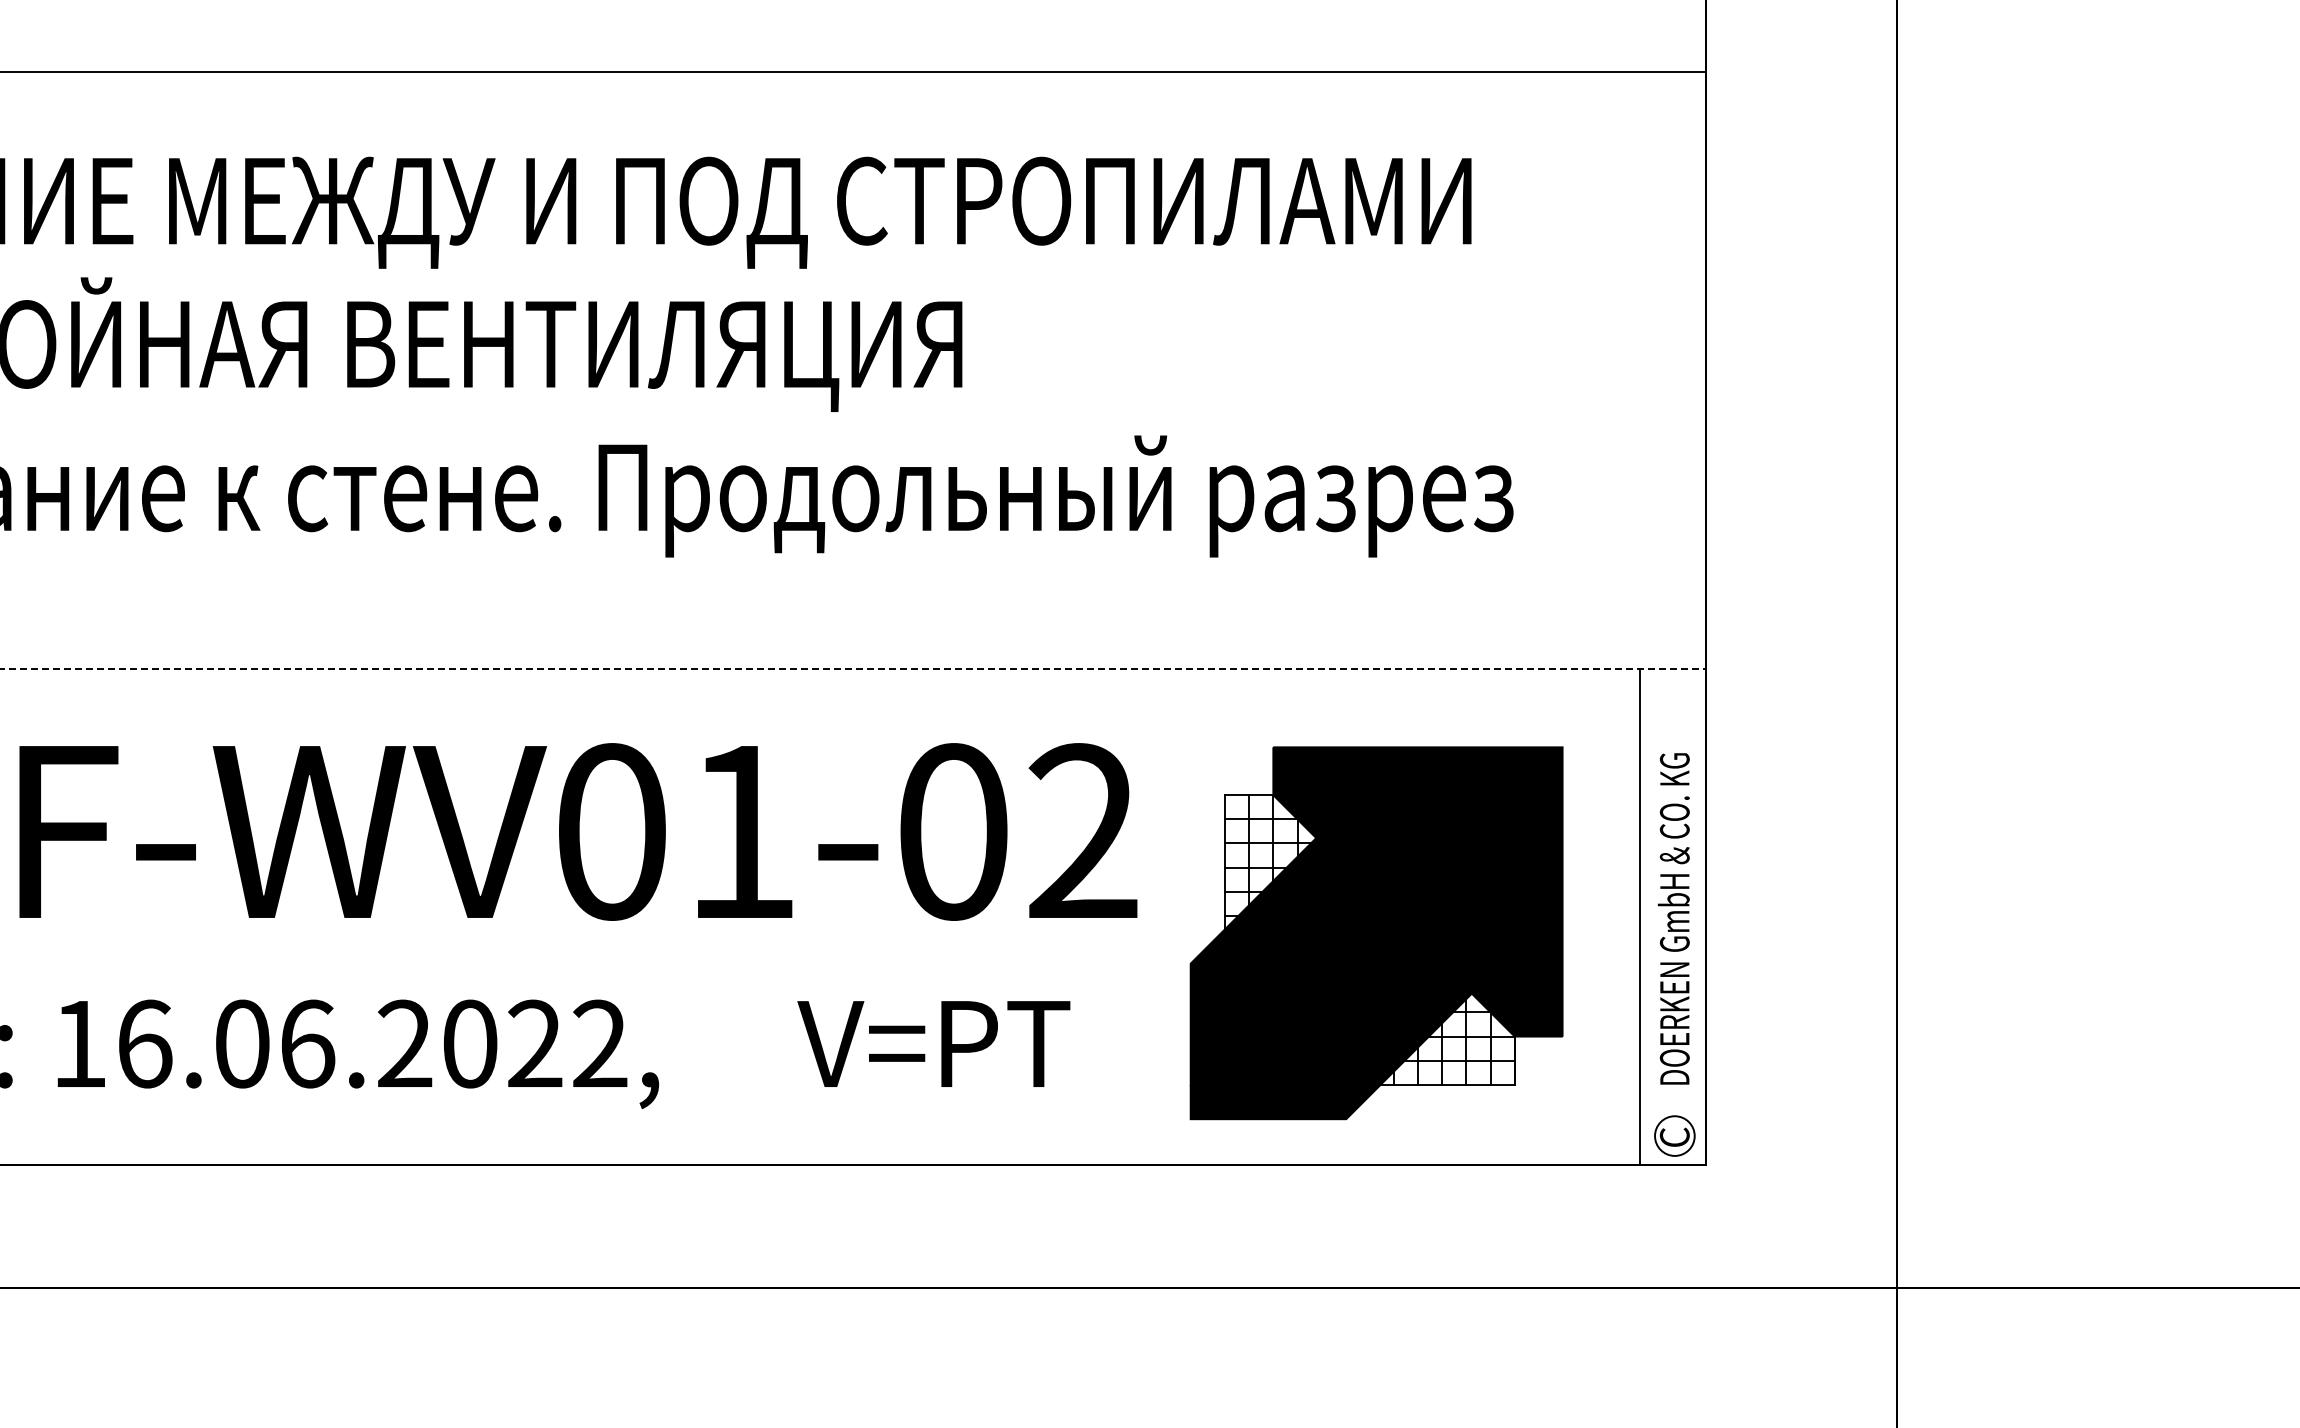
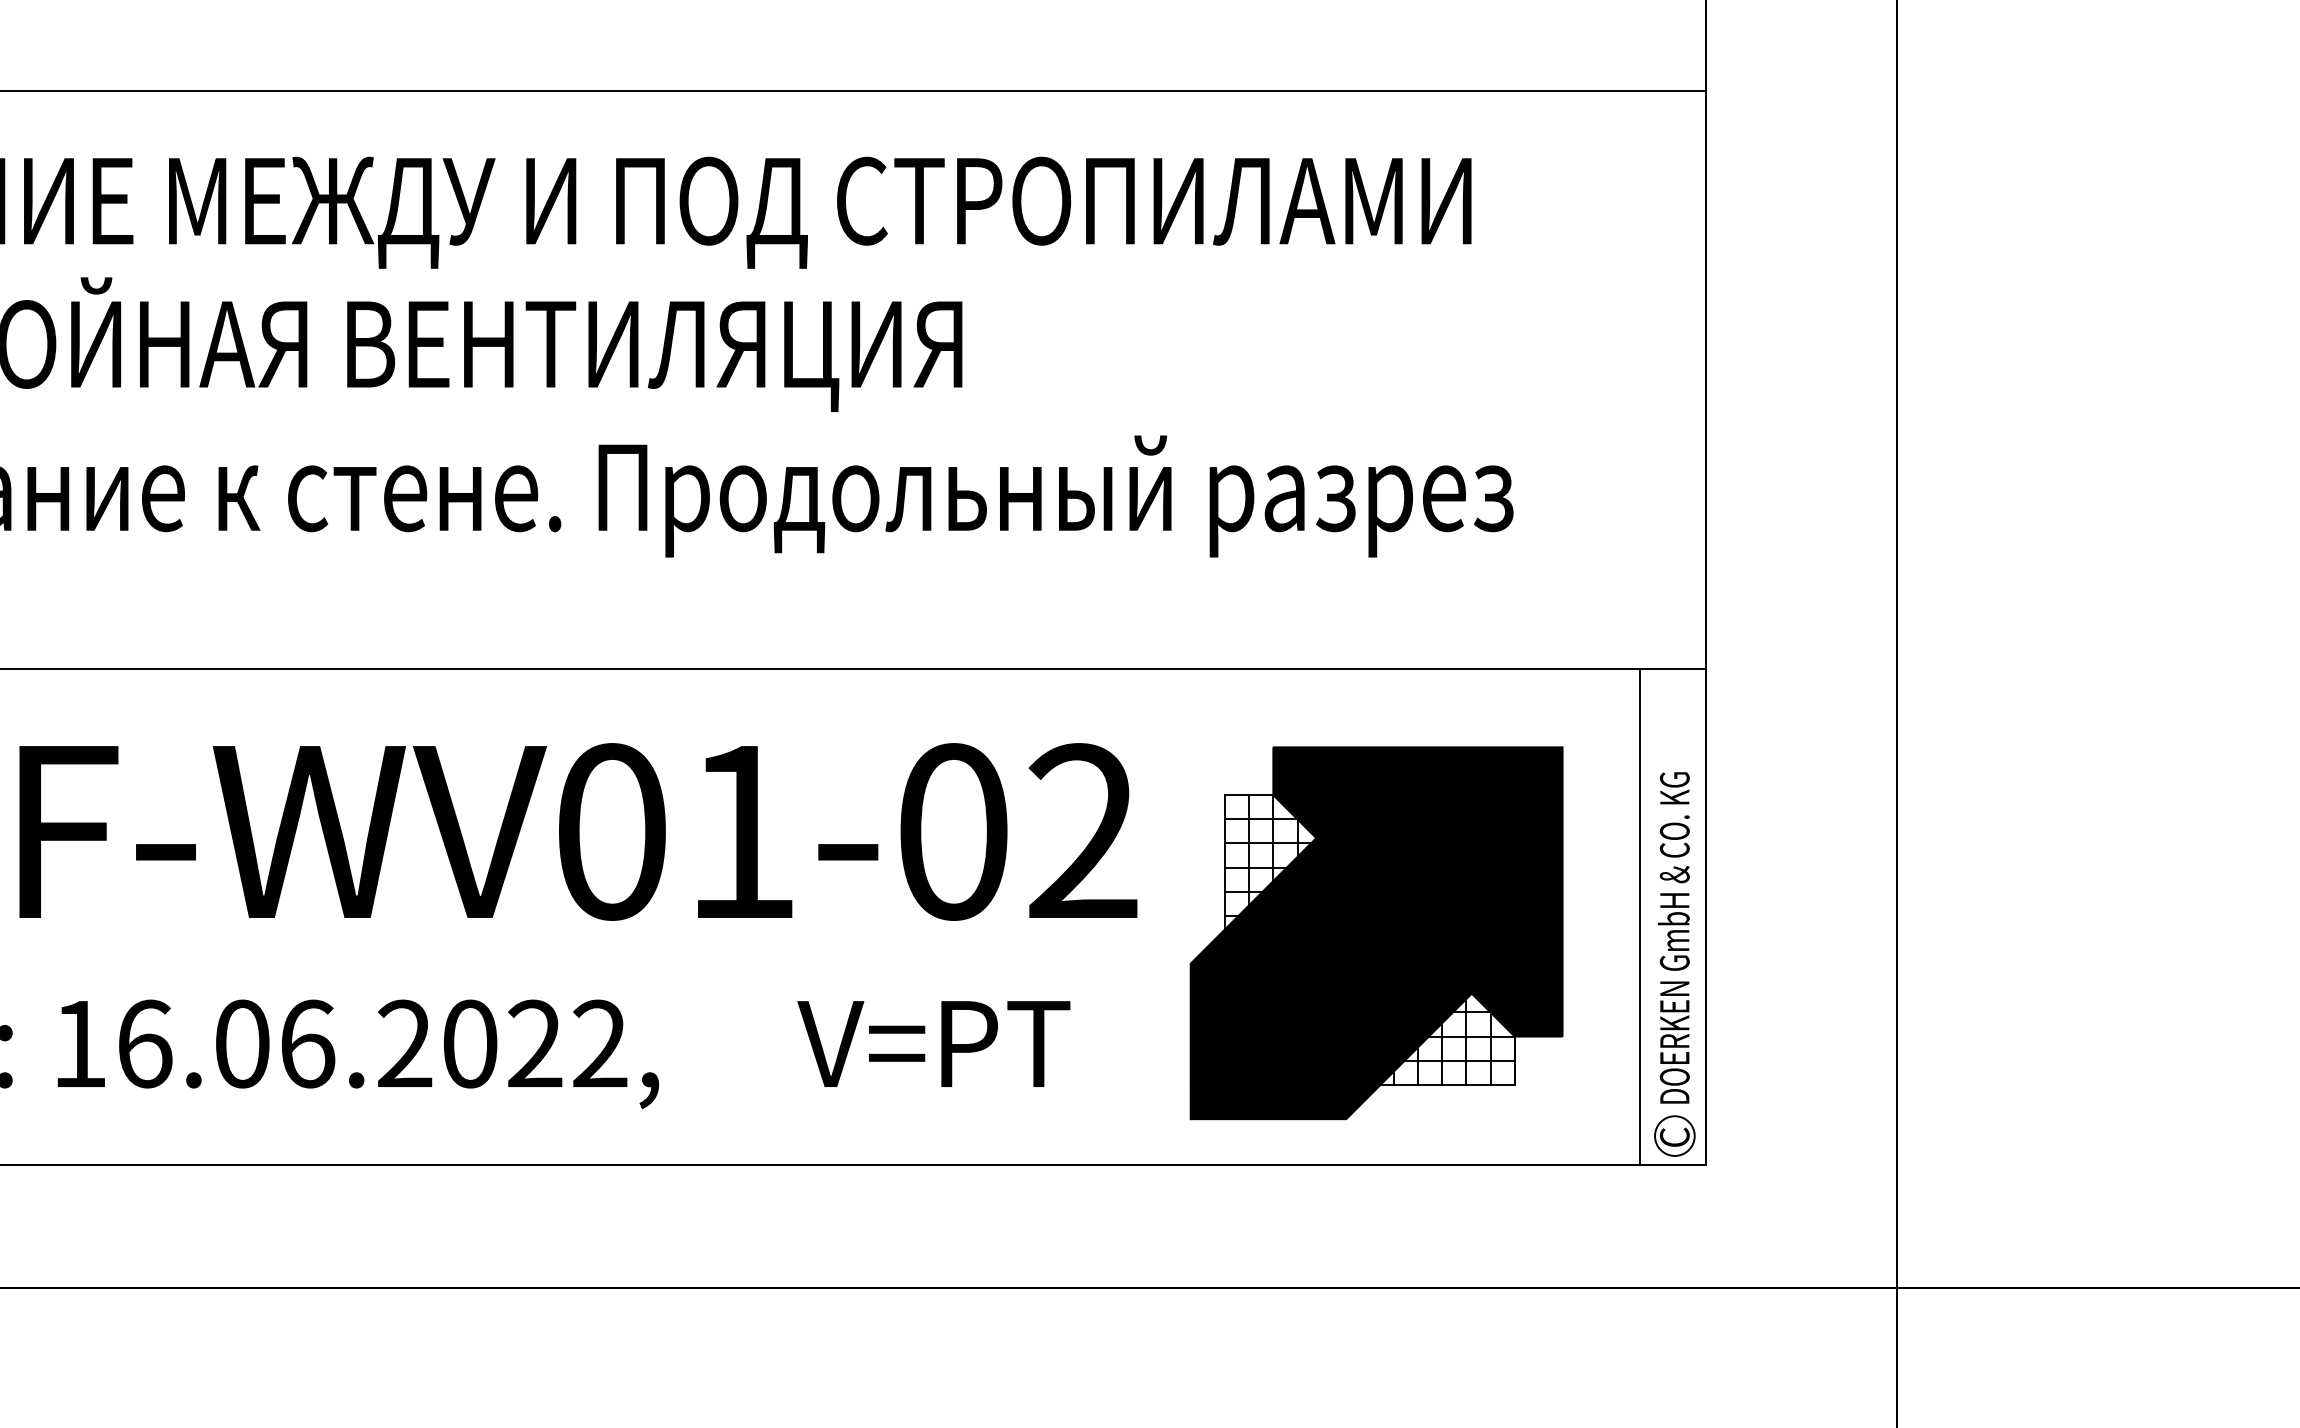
line at (853, 72) position: (853, 72) -> (853, 91)
line at (853, 669): dashed -> solid
text at (1673, 918) position: (1673, 918) -> (1673, 937)
